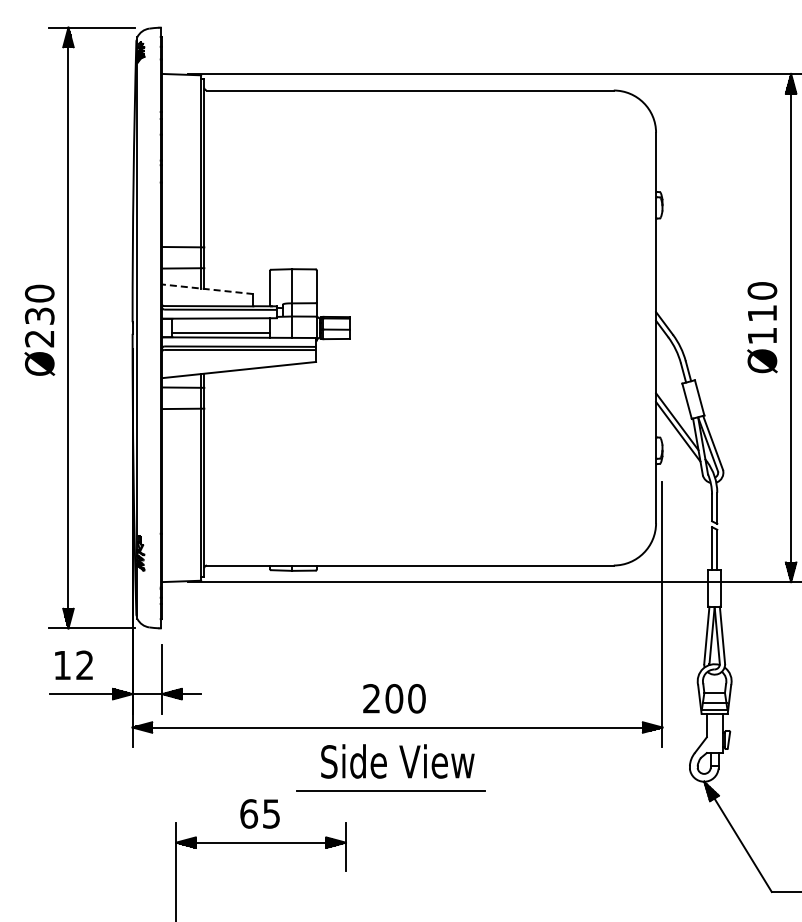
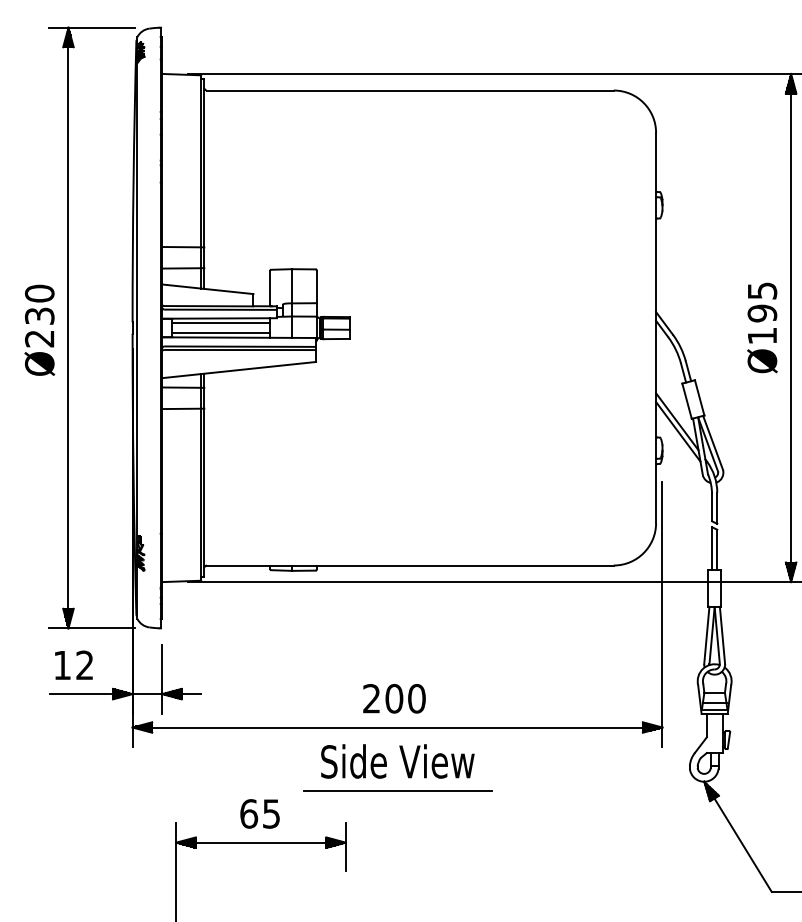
line at (207, 289): dashed -> solid
text at (762, 302): Ø110 -> Ø195
line at (220, 322): none -> present
line at (390, 790) position: (390, 790) -> (397, 790)
